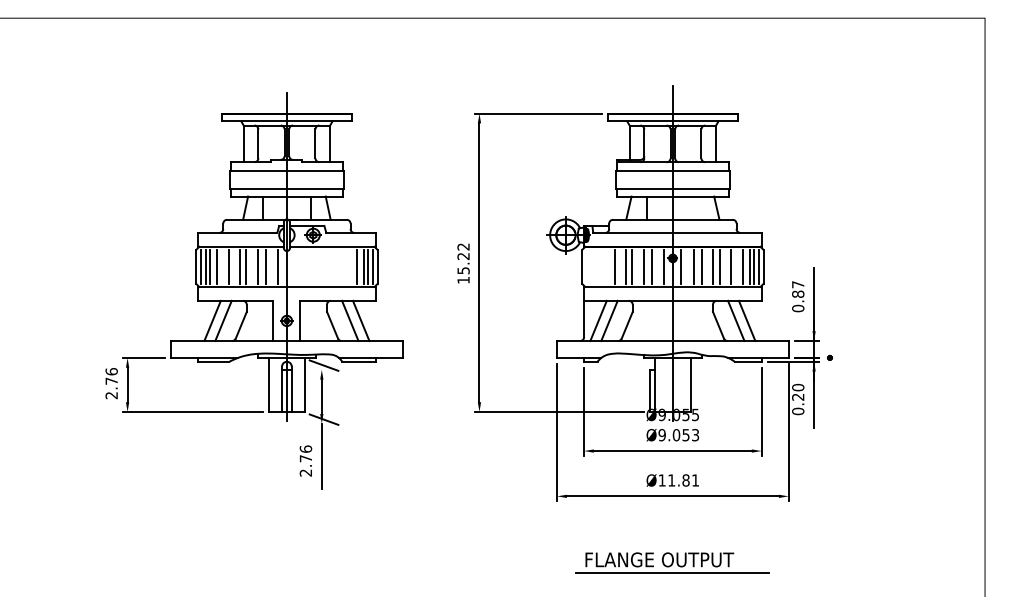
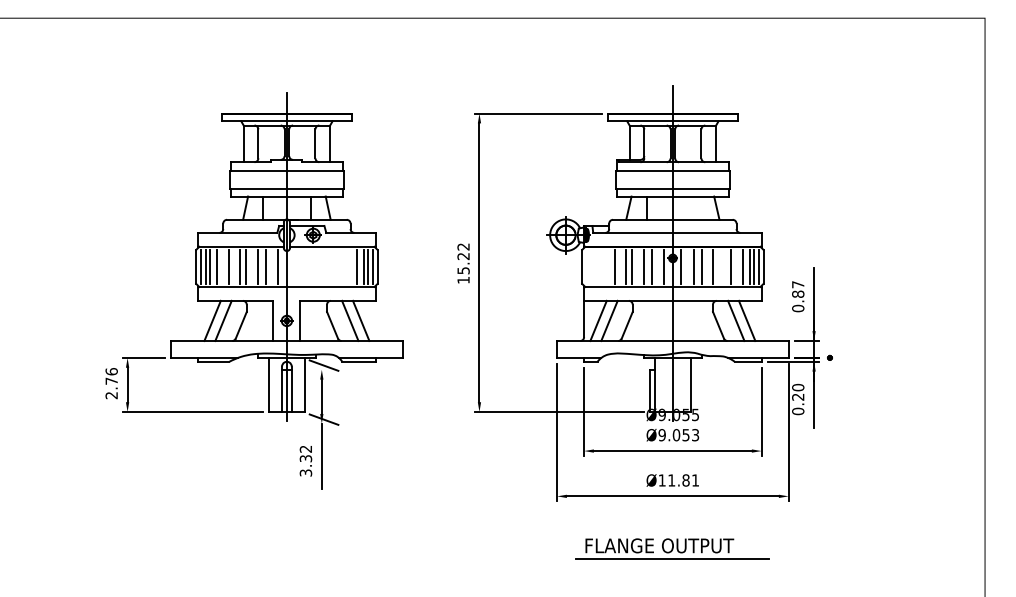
line at (720, 266): present -> none
text at (305, 460): 2.76 -> 3.32
part at (672, 562) position: (672, 562) -> (672, 548)
